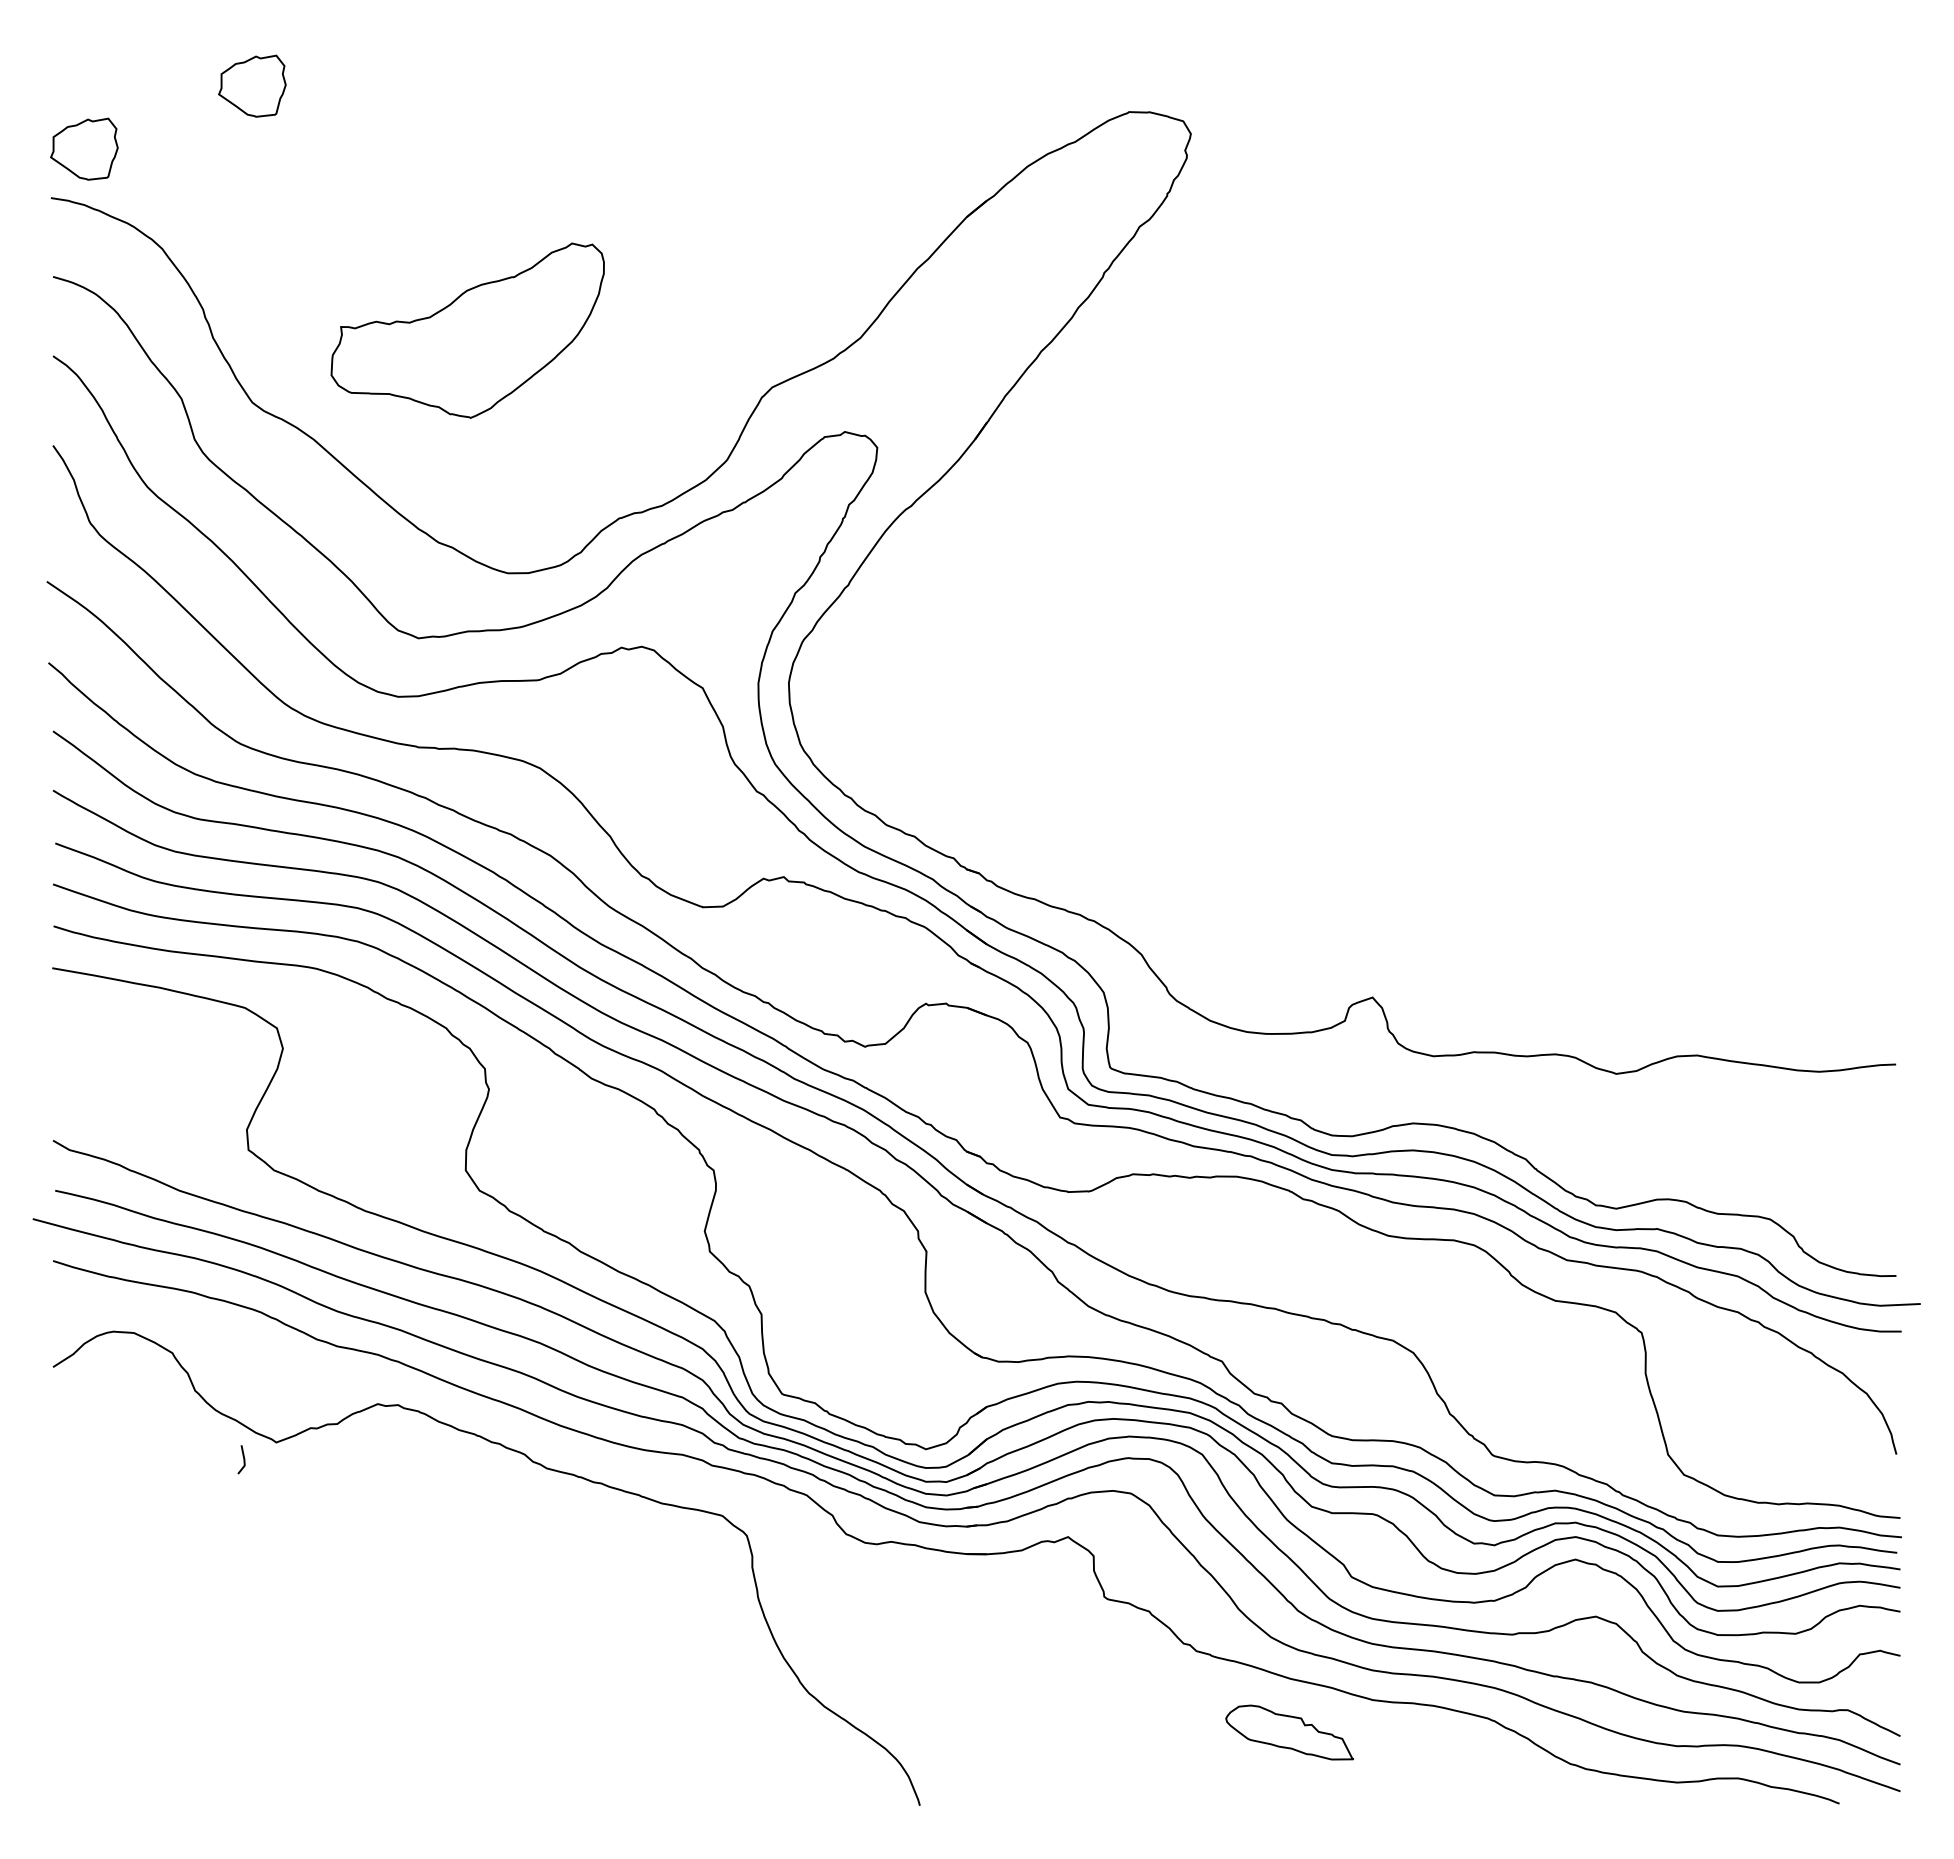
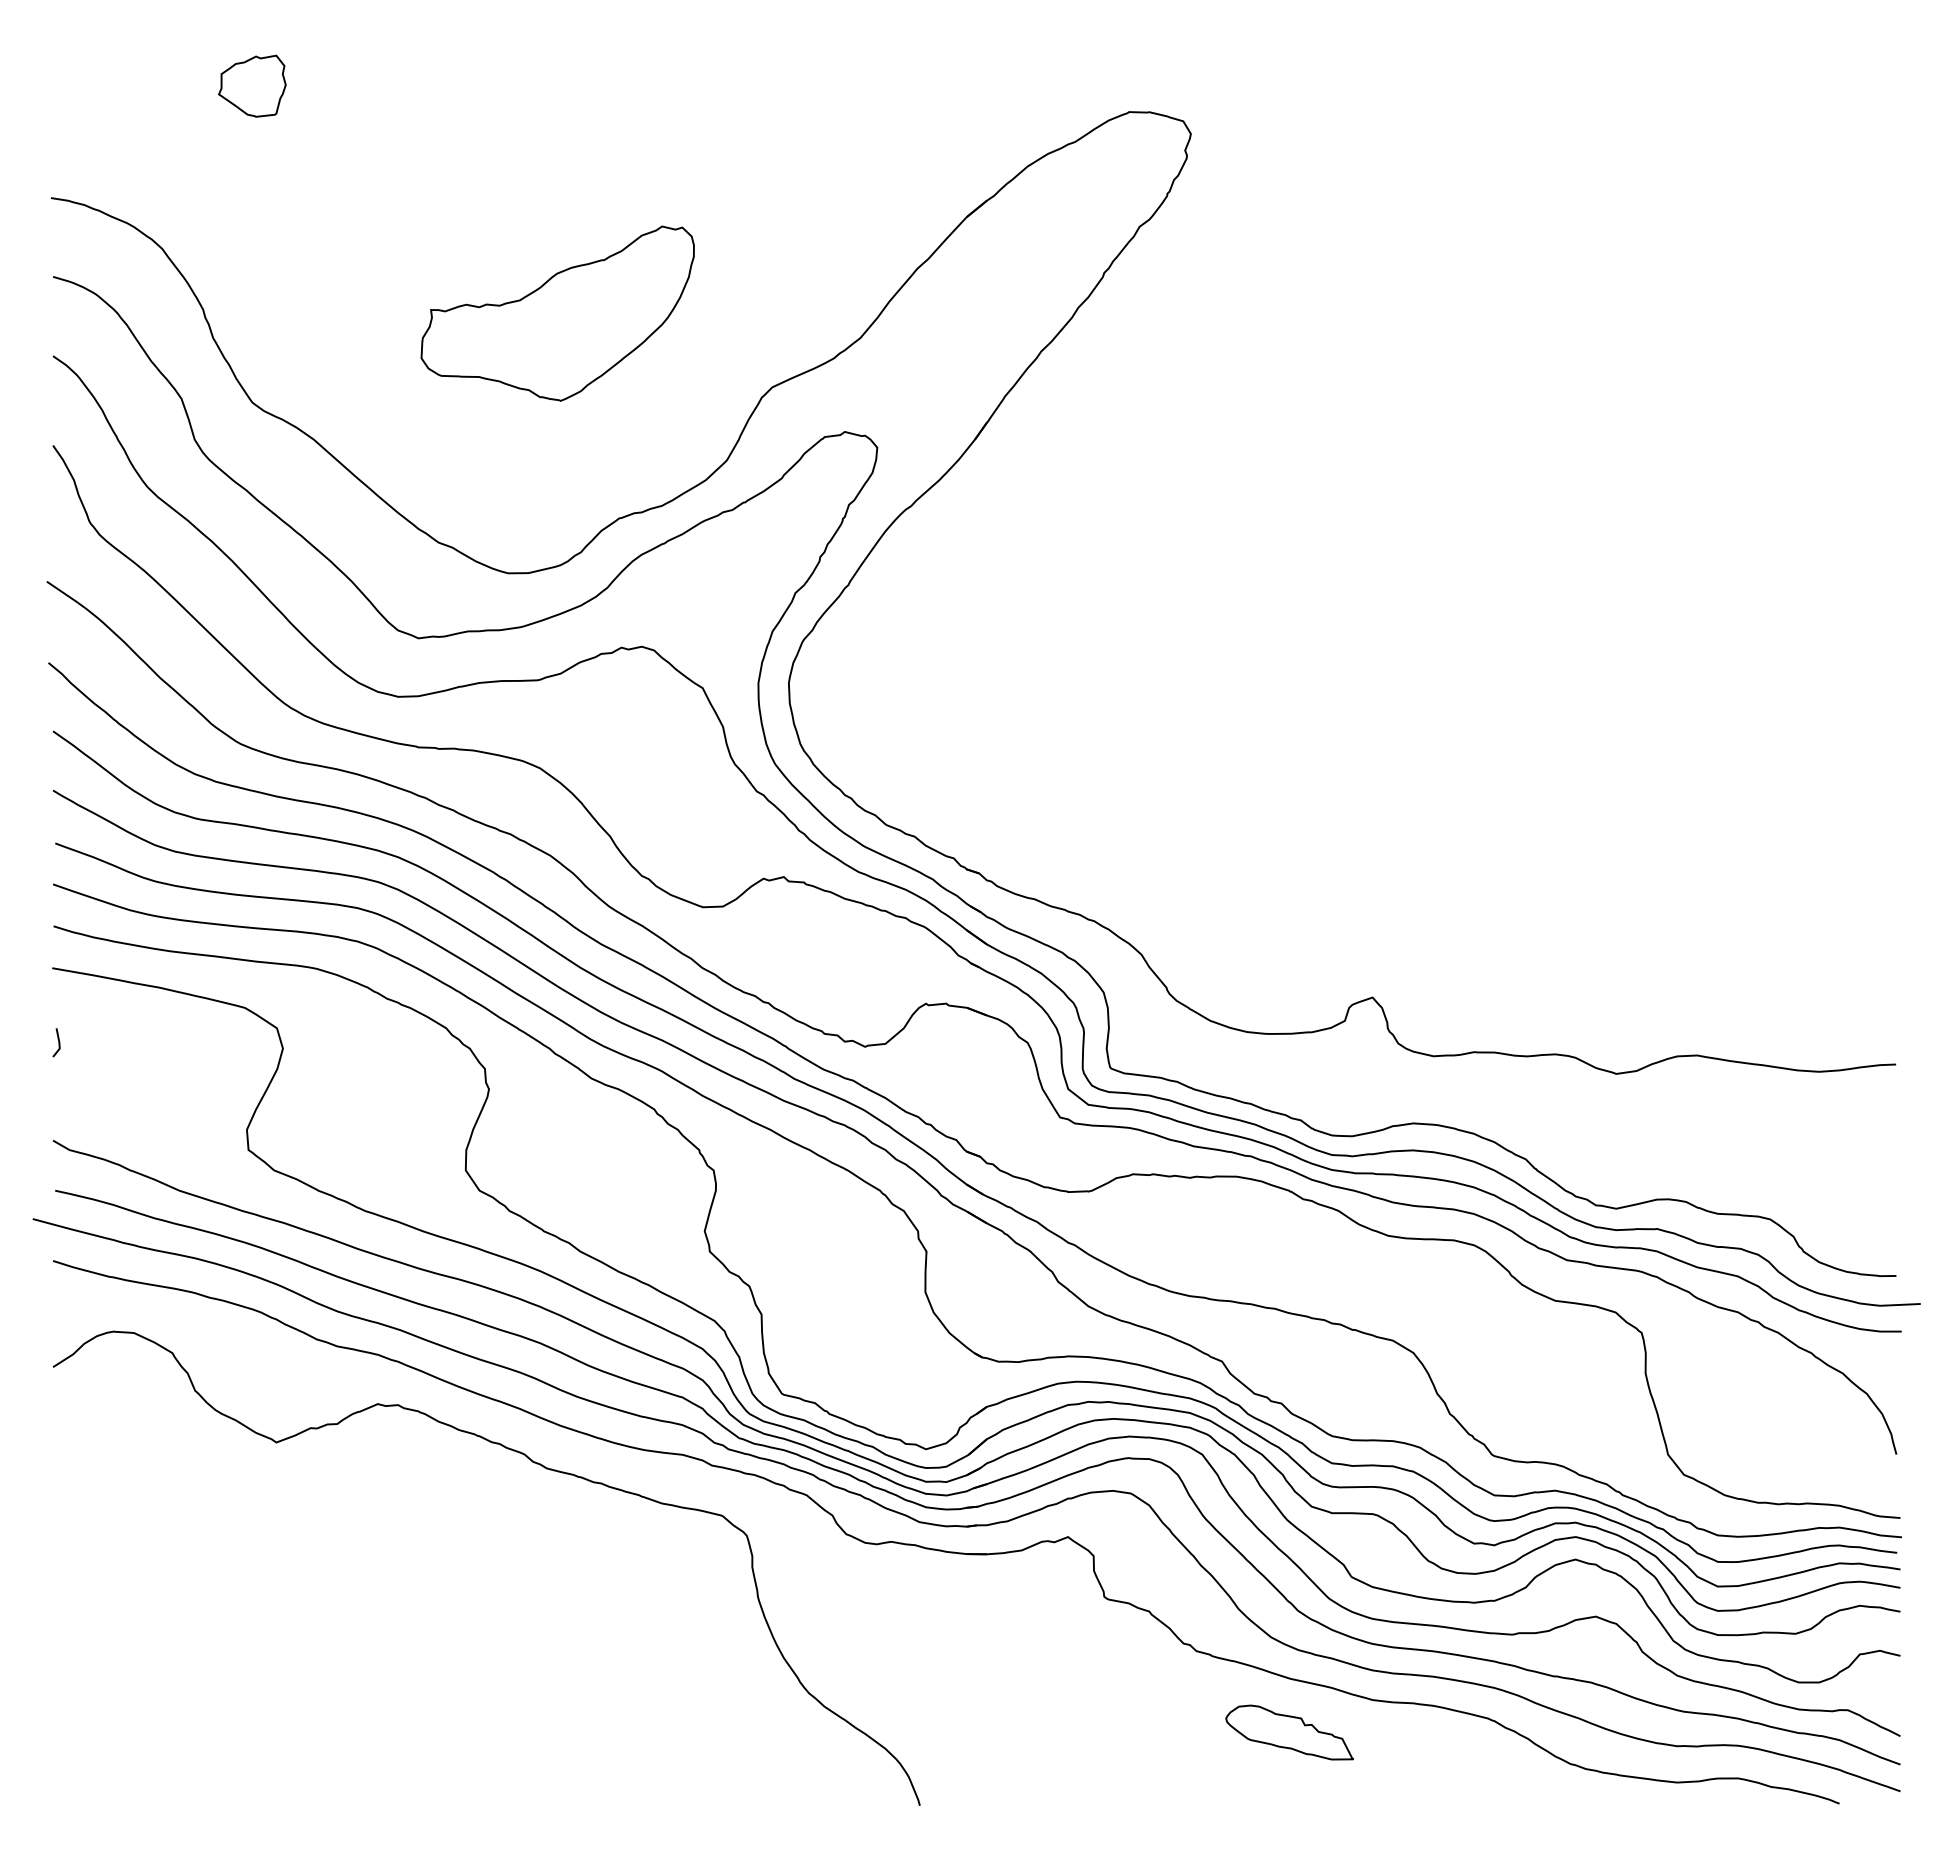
part at (84, 148): present -> none
part at (467, 330) position: (467, 330) -> (557, 313)
line at (243, 1459) position: (243, 1459) -> (58, 1042)
